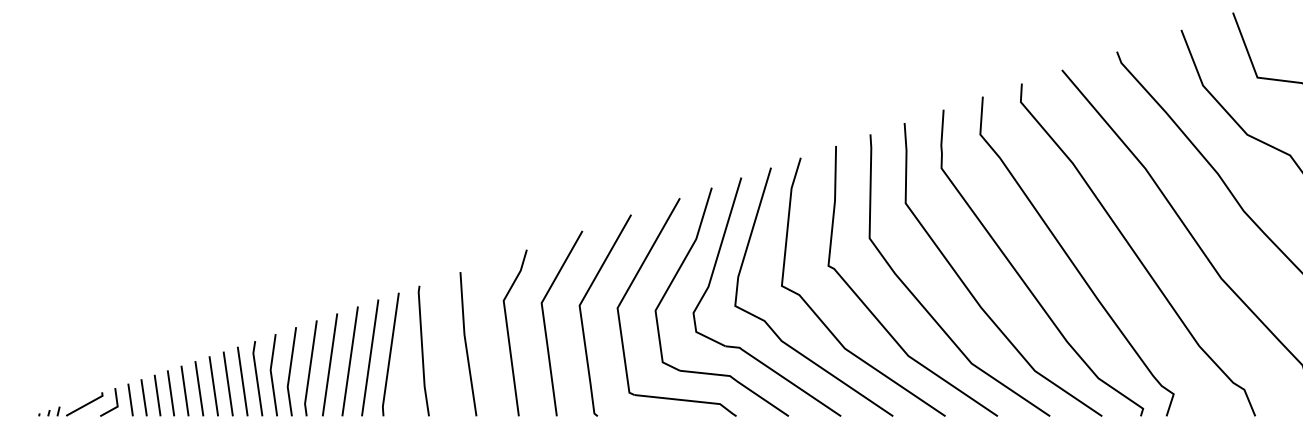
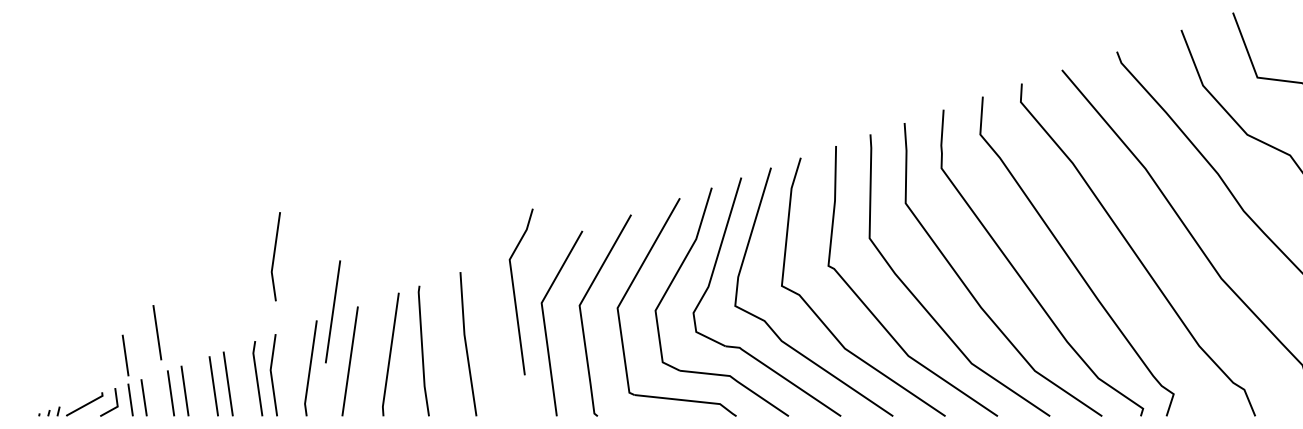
line at (509, 334) position: (509, 334) -> (515, 293)
line at (370, 357): present -> none
line at (330, 364) position: (330, 364) -> (333, 311)
line at (290, 371) position: (290, 371) -> (274, 256)
line at (242, 381): present -> none
line at (199, 388) position: (199, 388) -> (157, 332)
line at (157, 395) position: (157, 395) -> (125, 355)
